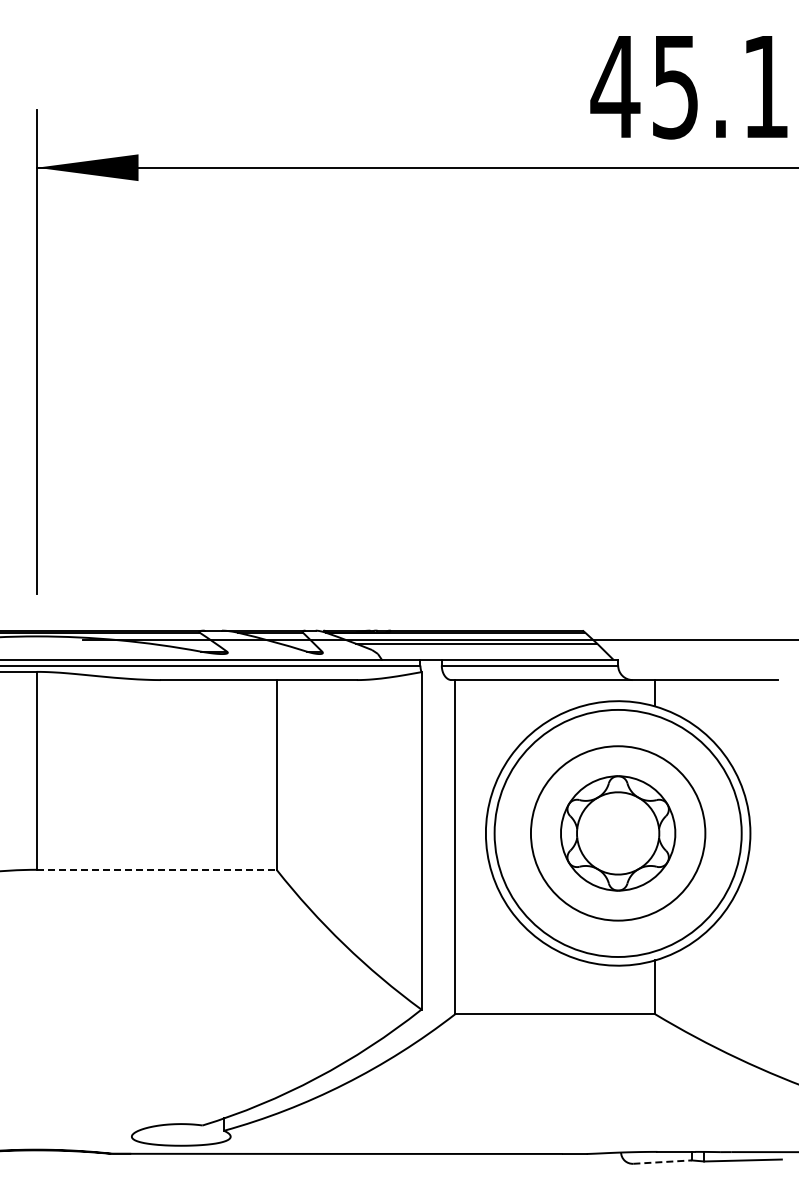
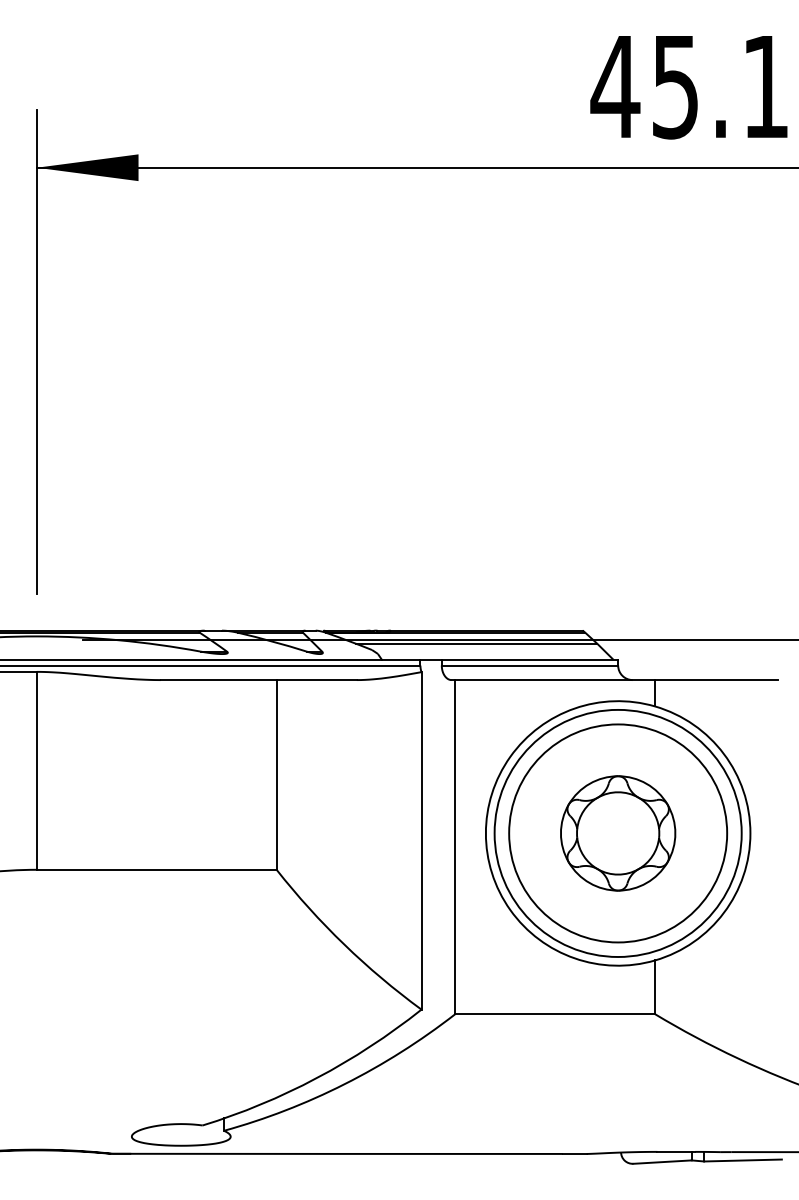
circle at (617, 833) diameter: 174 px -> 218 px
line at (156, 869): dashed -> solid
line at (663, 1162): dashed -> solid
